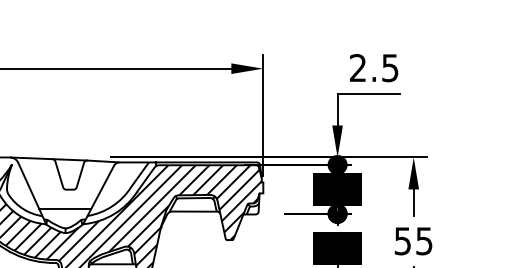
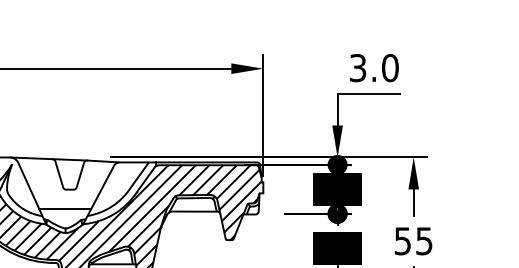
text at (374, 68): 2.5 -> 3.0
